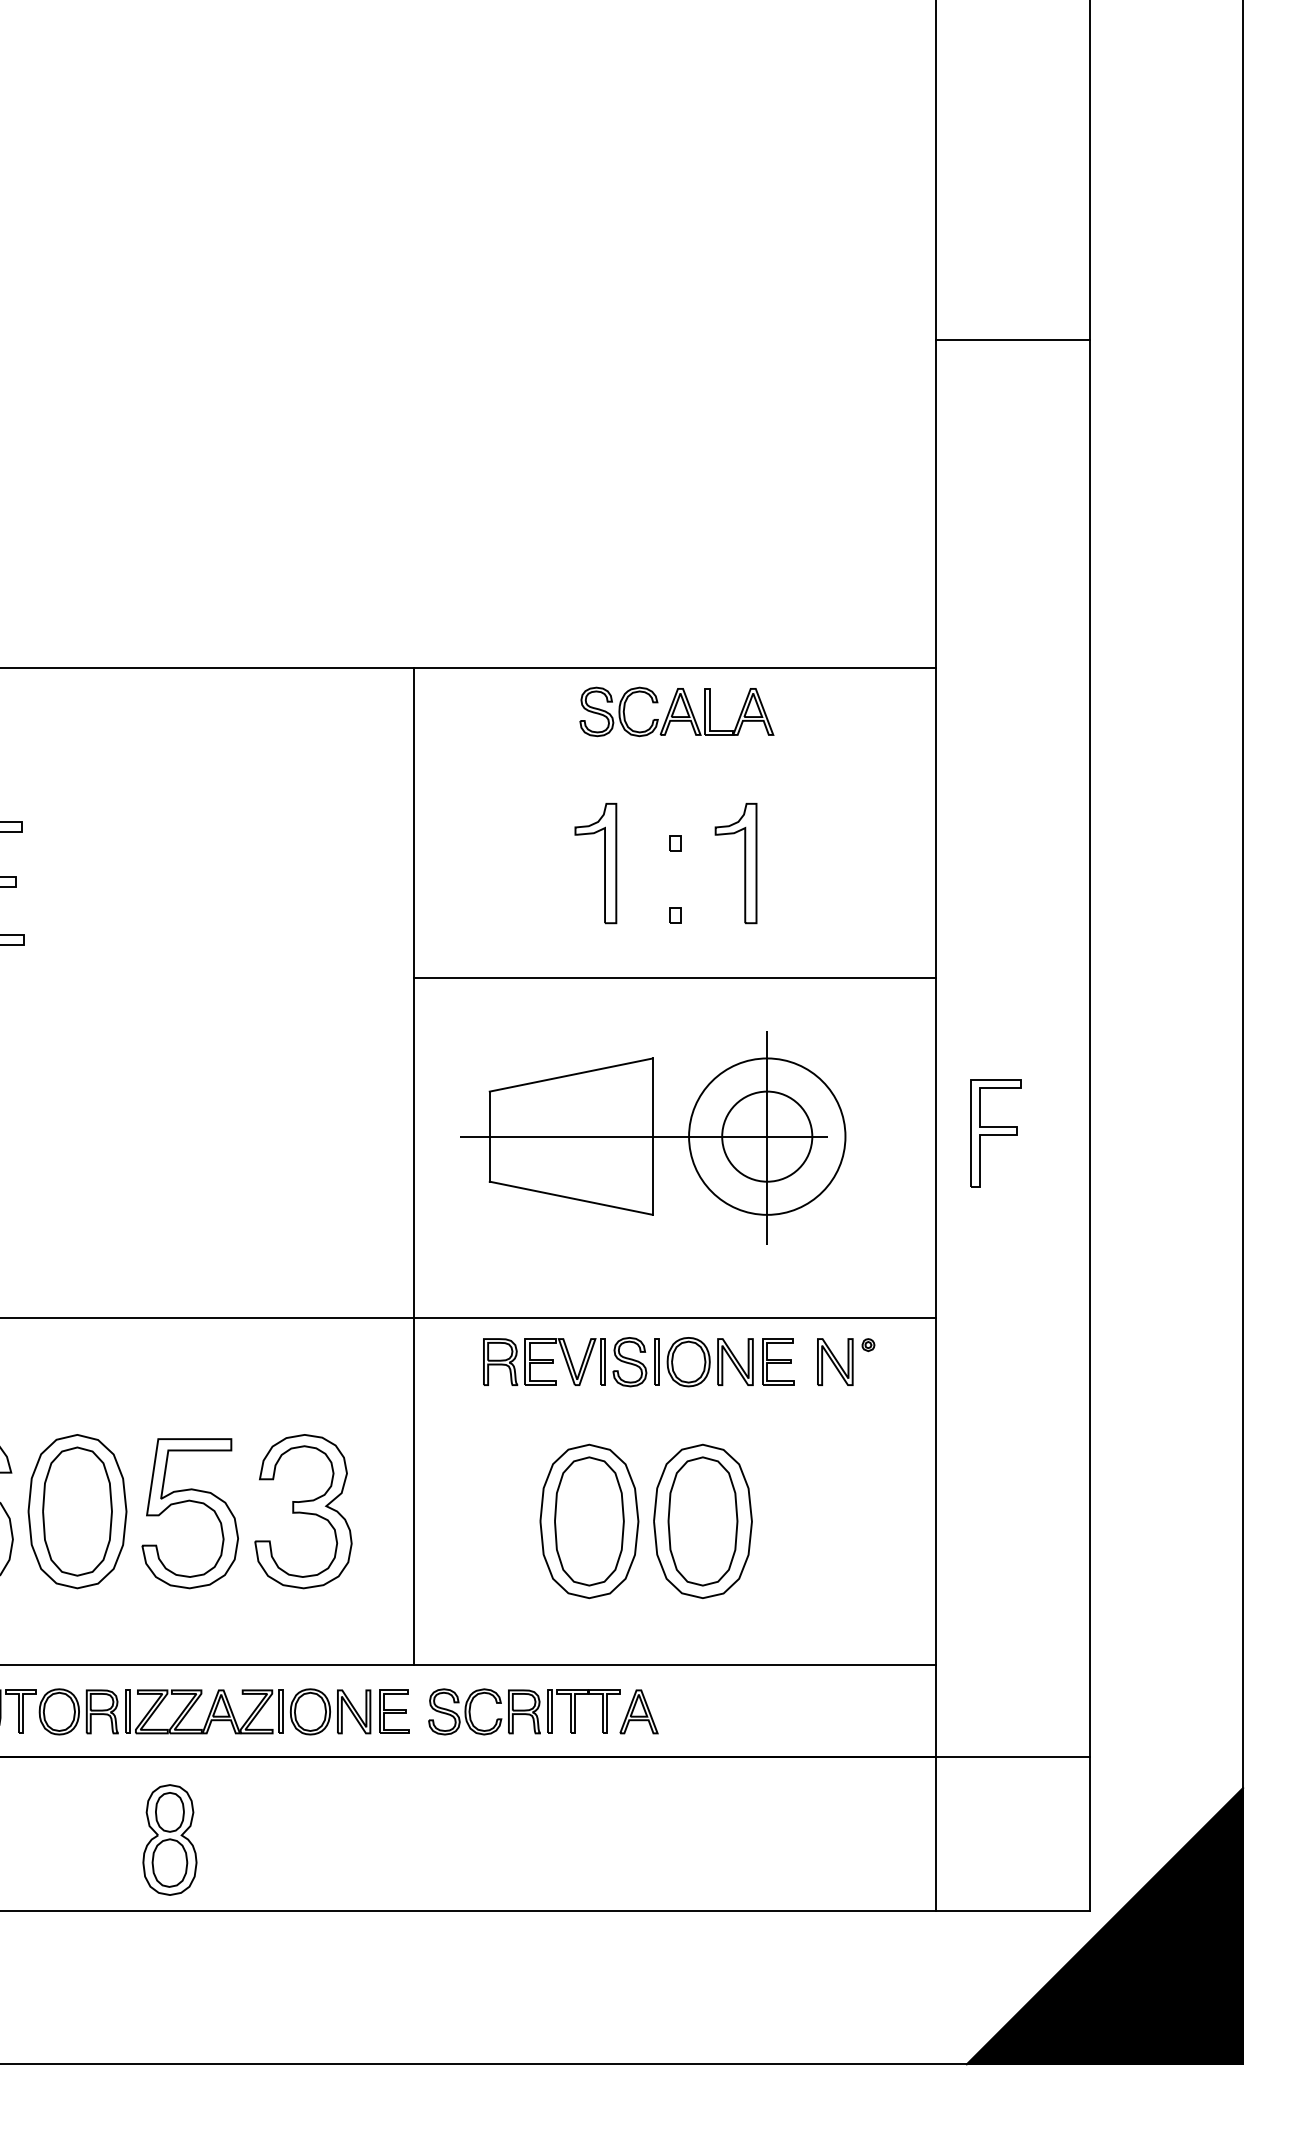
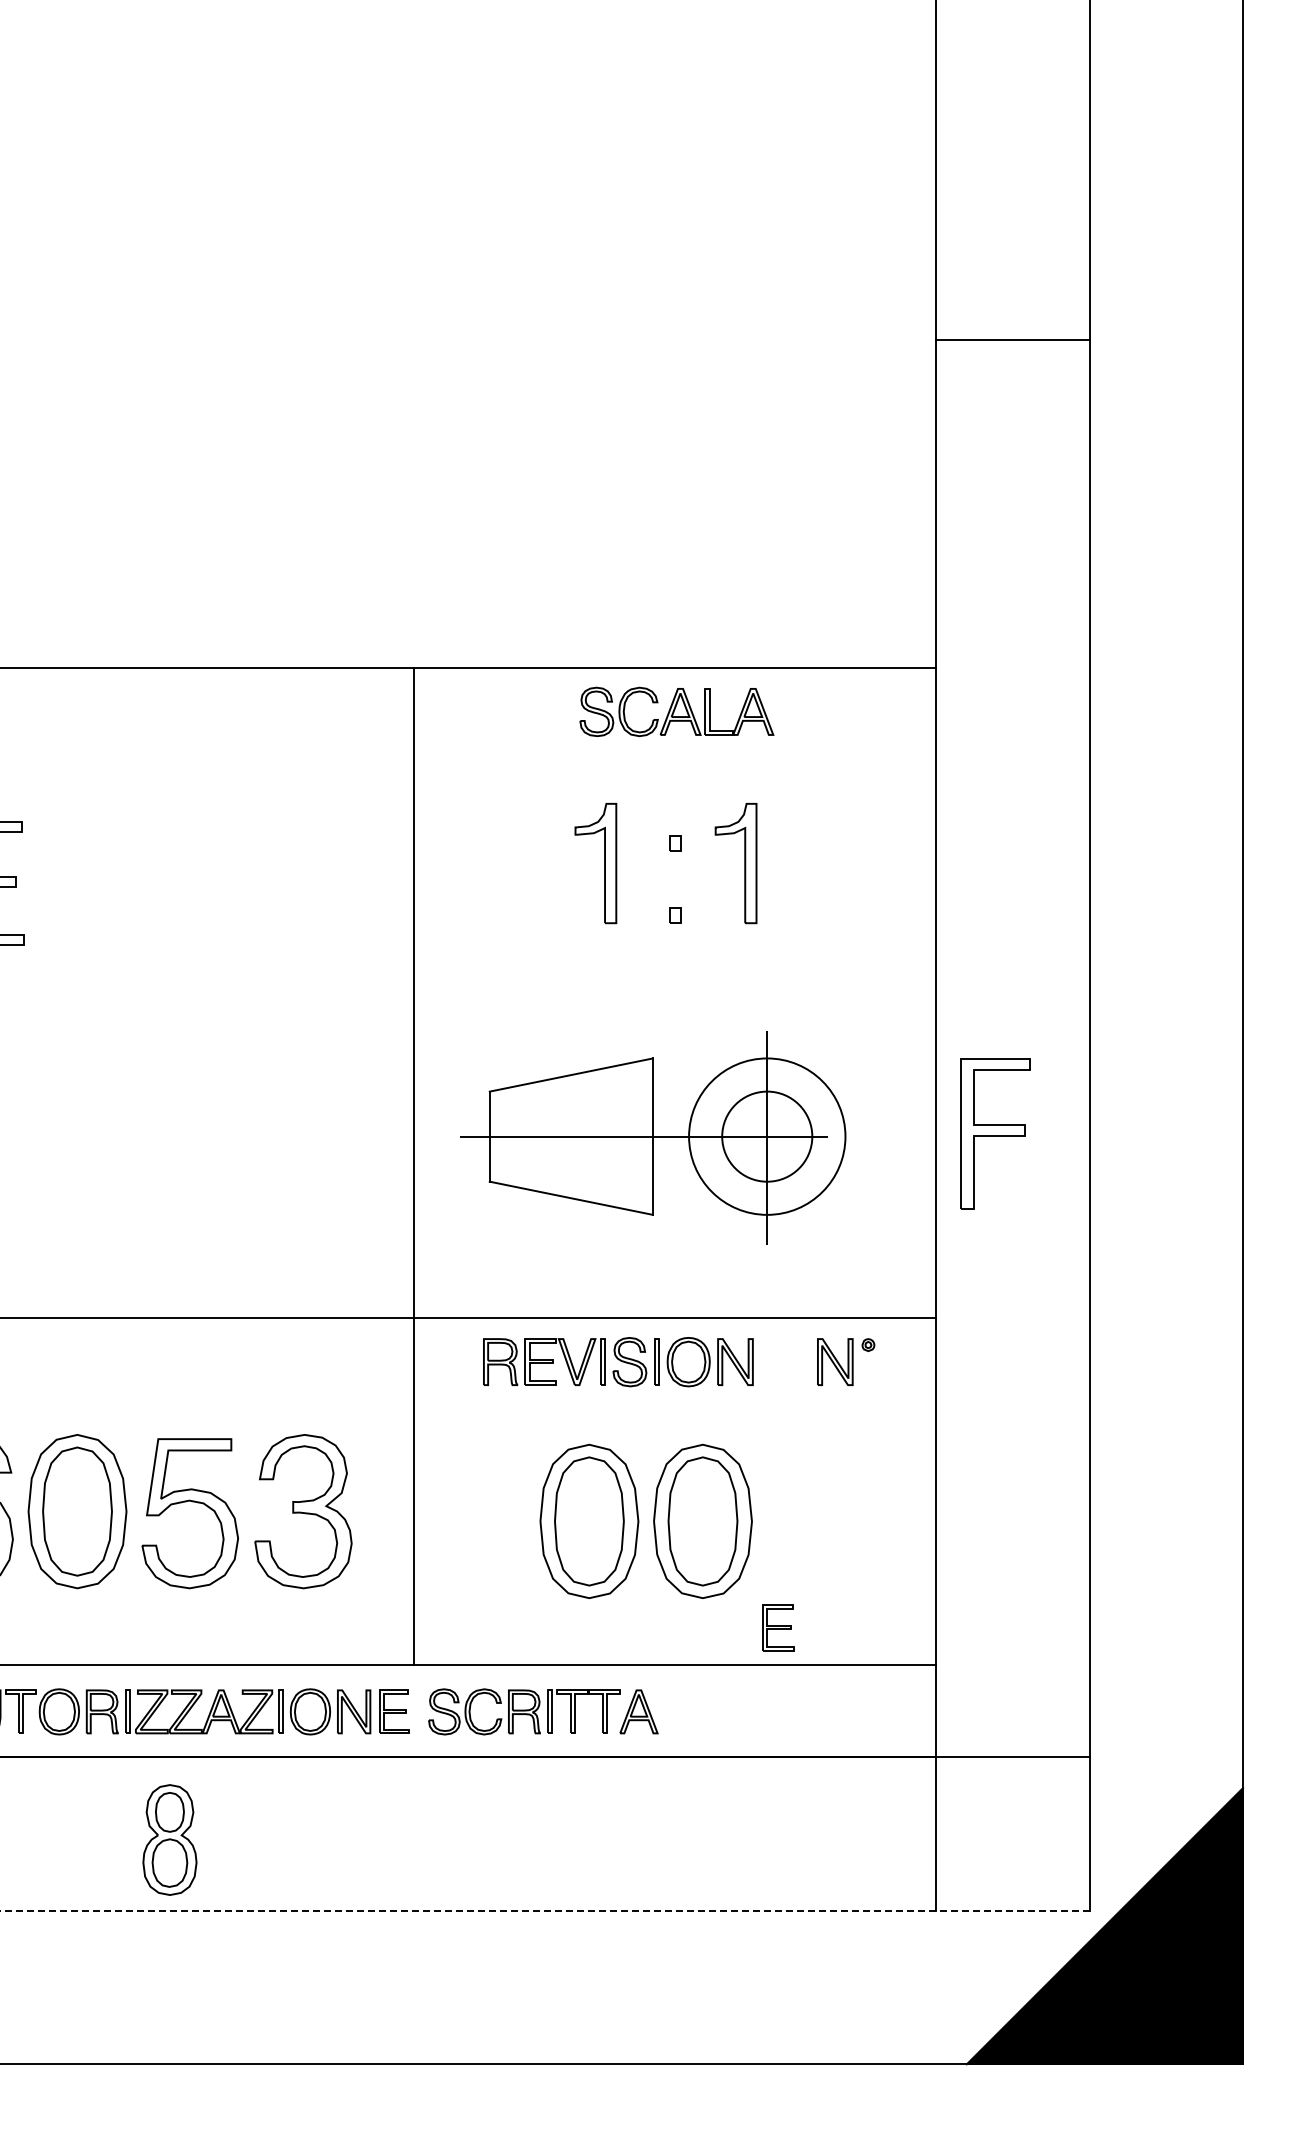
line at (675, 978): present -> none
part at (995, 1133) size: 52x109 px -> 71x152 px
part at (778, 1361) position: (778, 1361) -> (778, 1627)
line at (545, 1910): solid -> dashed
